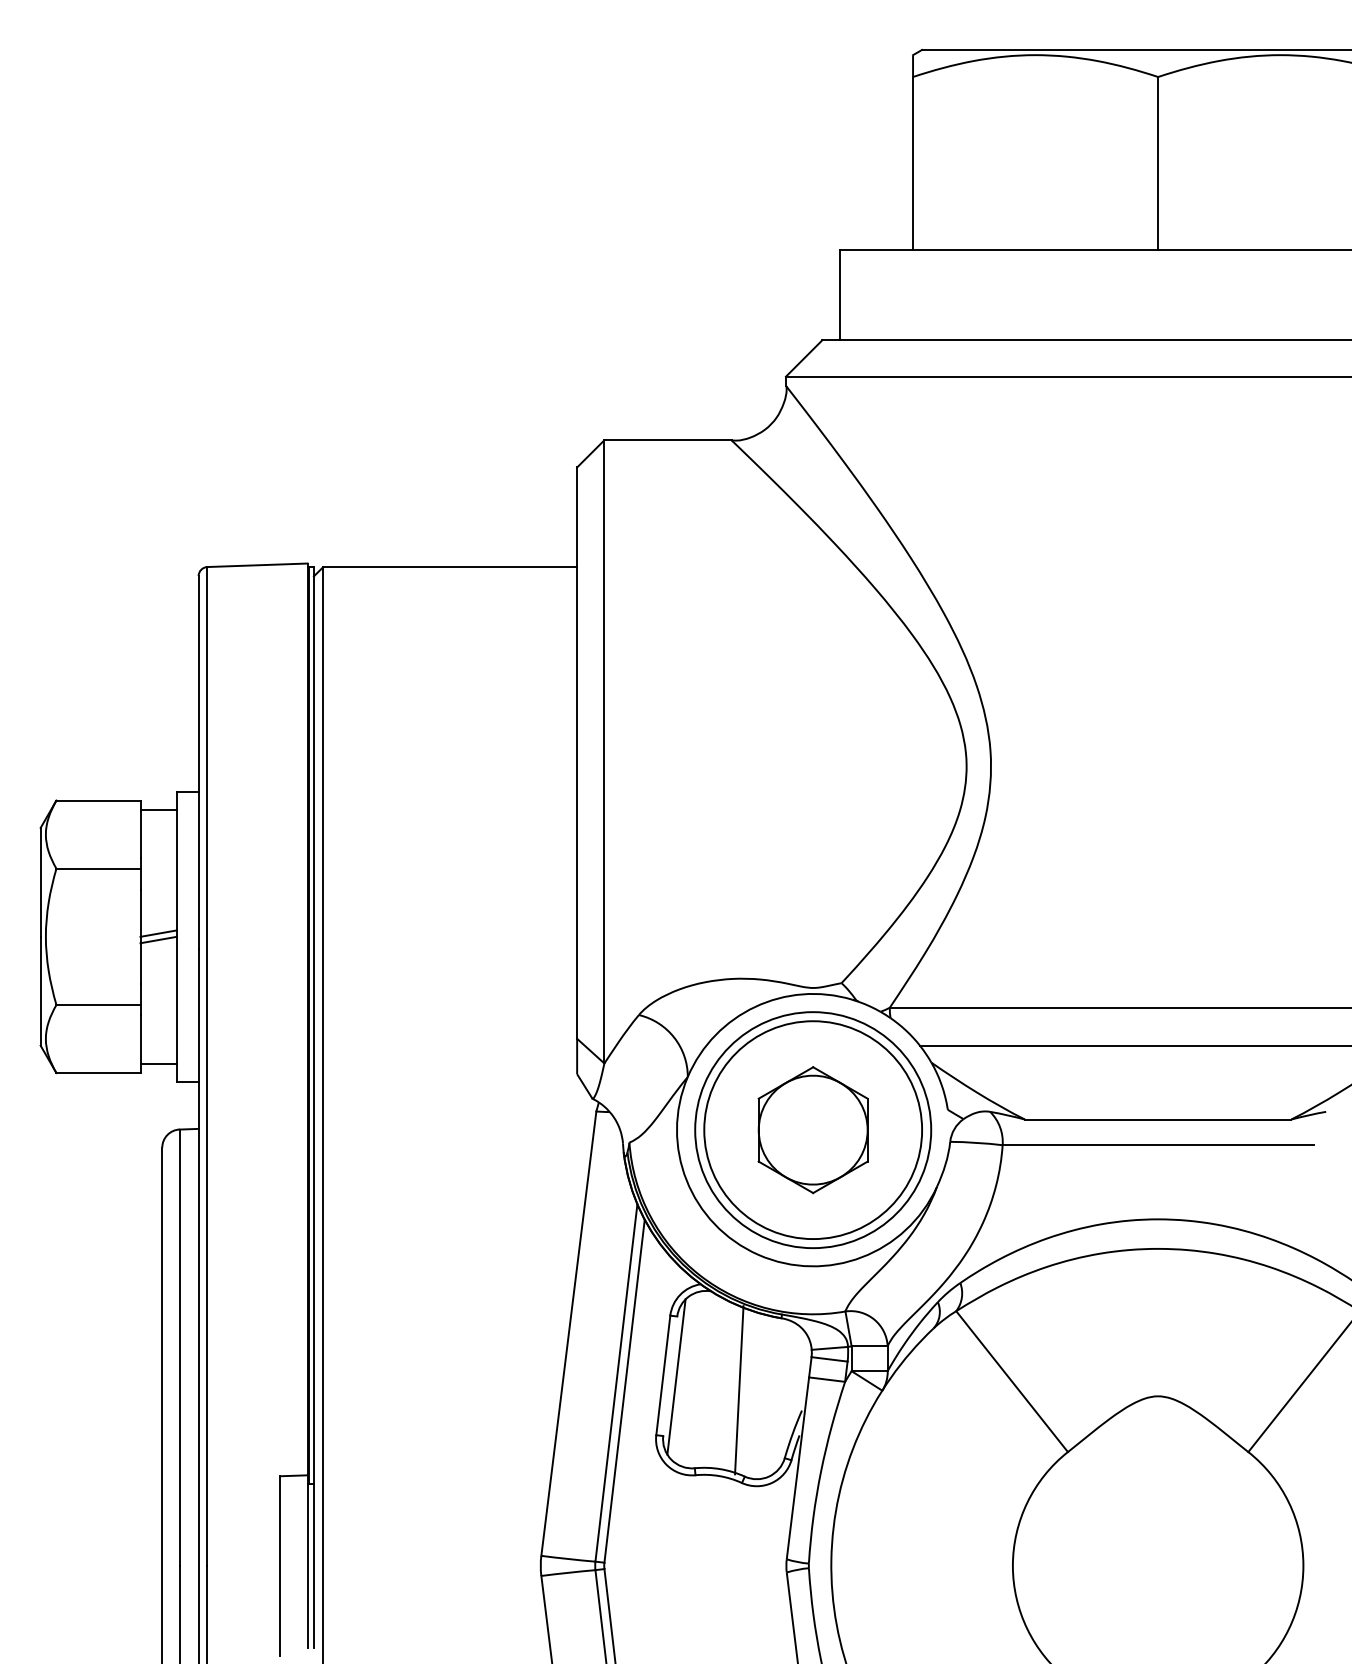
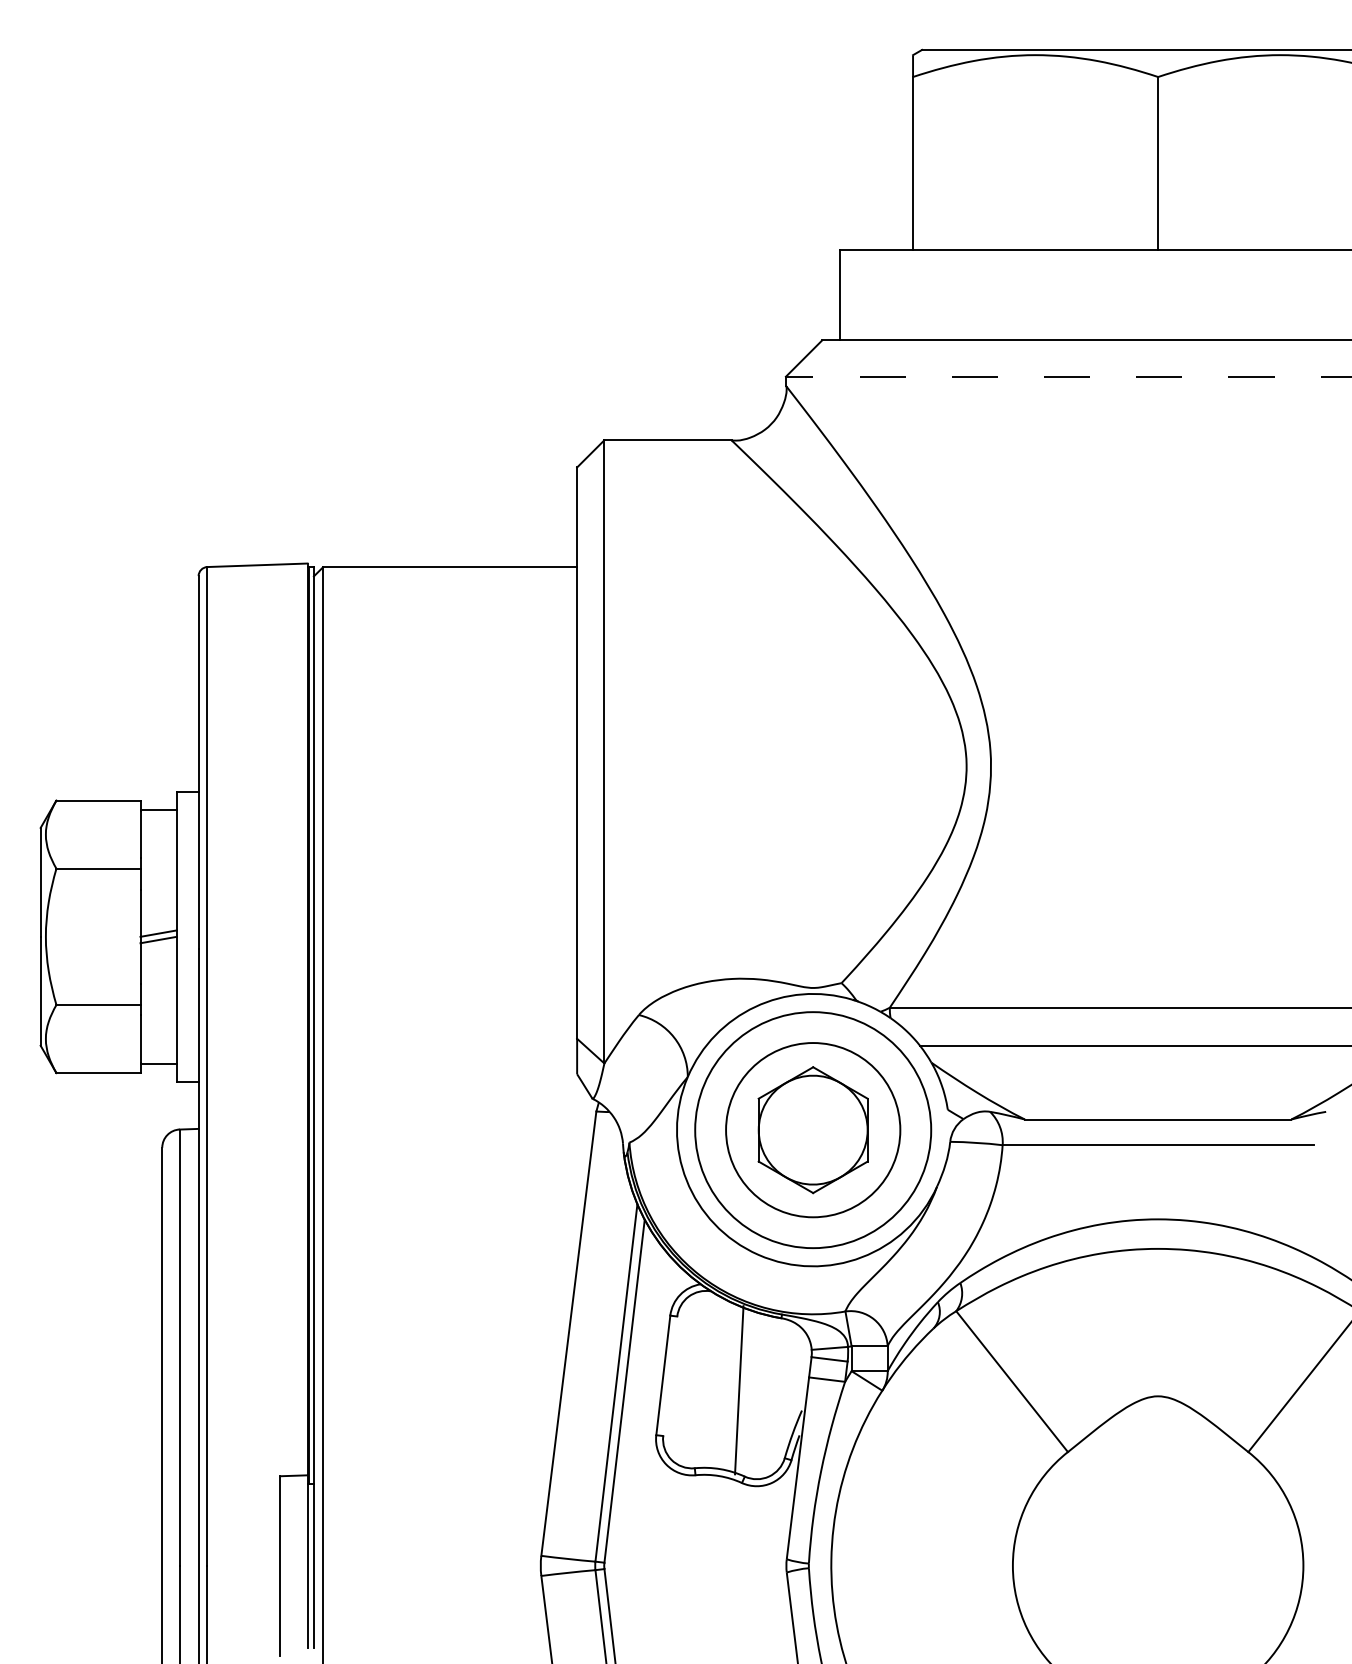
line at (1068, 376): solid -> dashed
circle at (813, 1130) diameter: 218 px -> 174 px
line at (676, 1376): present -> none
